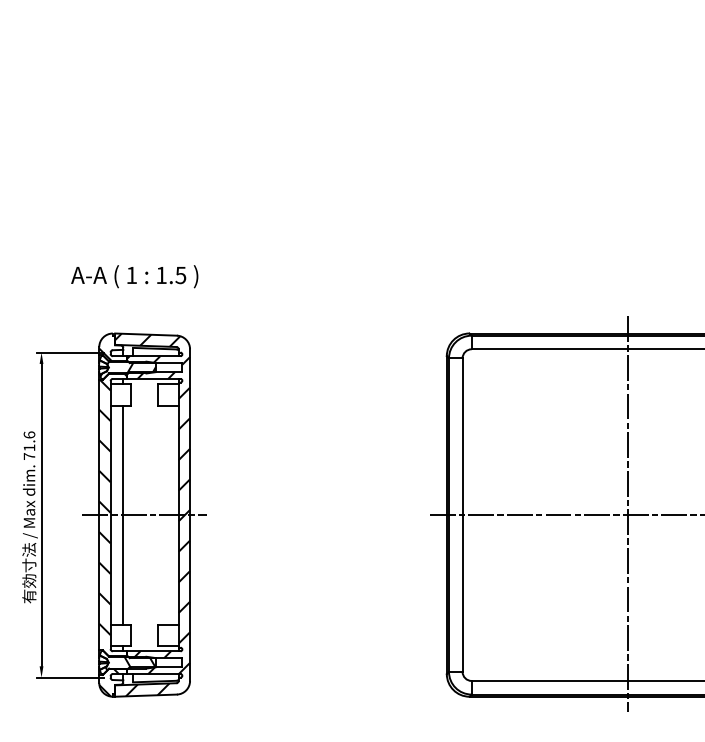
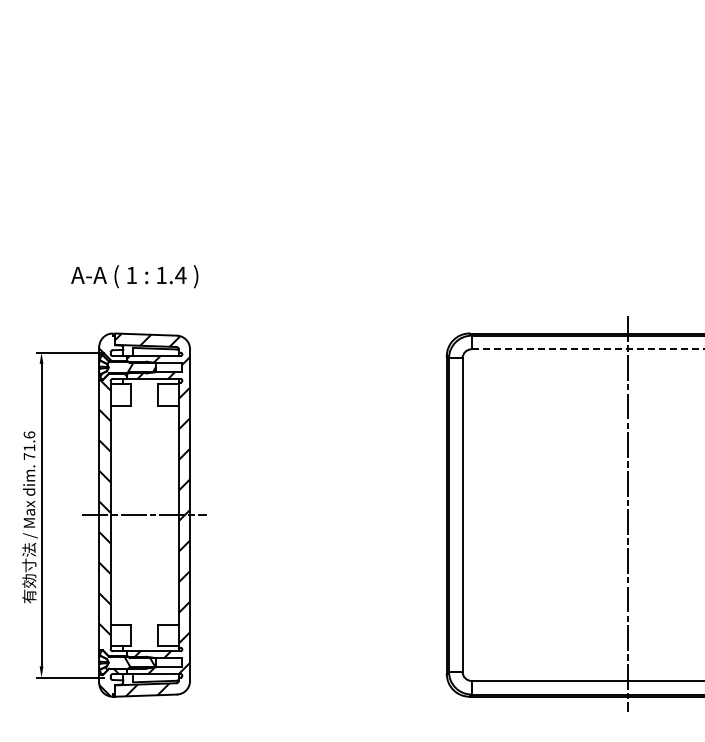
text at (180, 275): 1.5 -> 1.4
line at (588, 349): solid -> dashed
line at (123, 514): present -> none
line at (565, 515): present -> none
